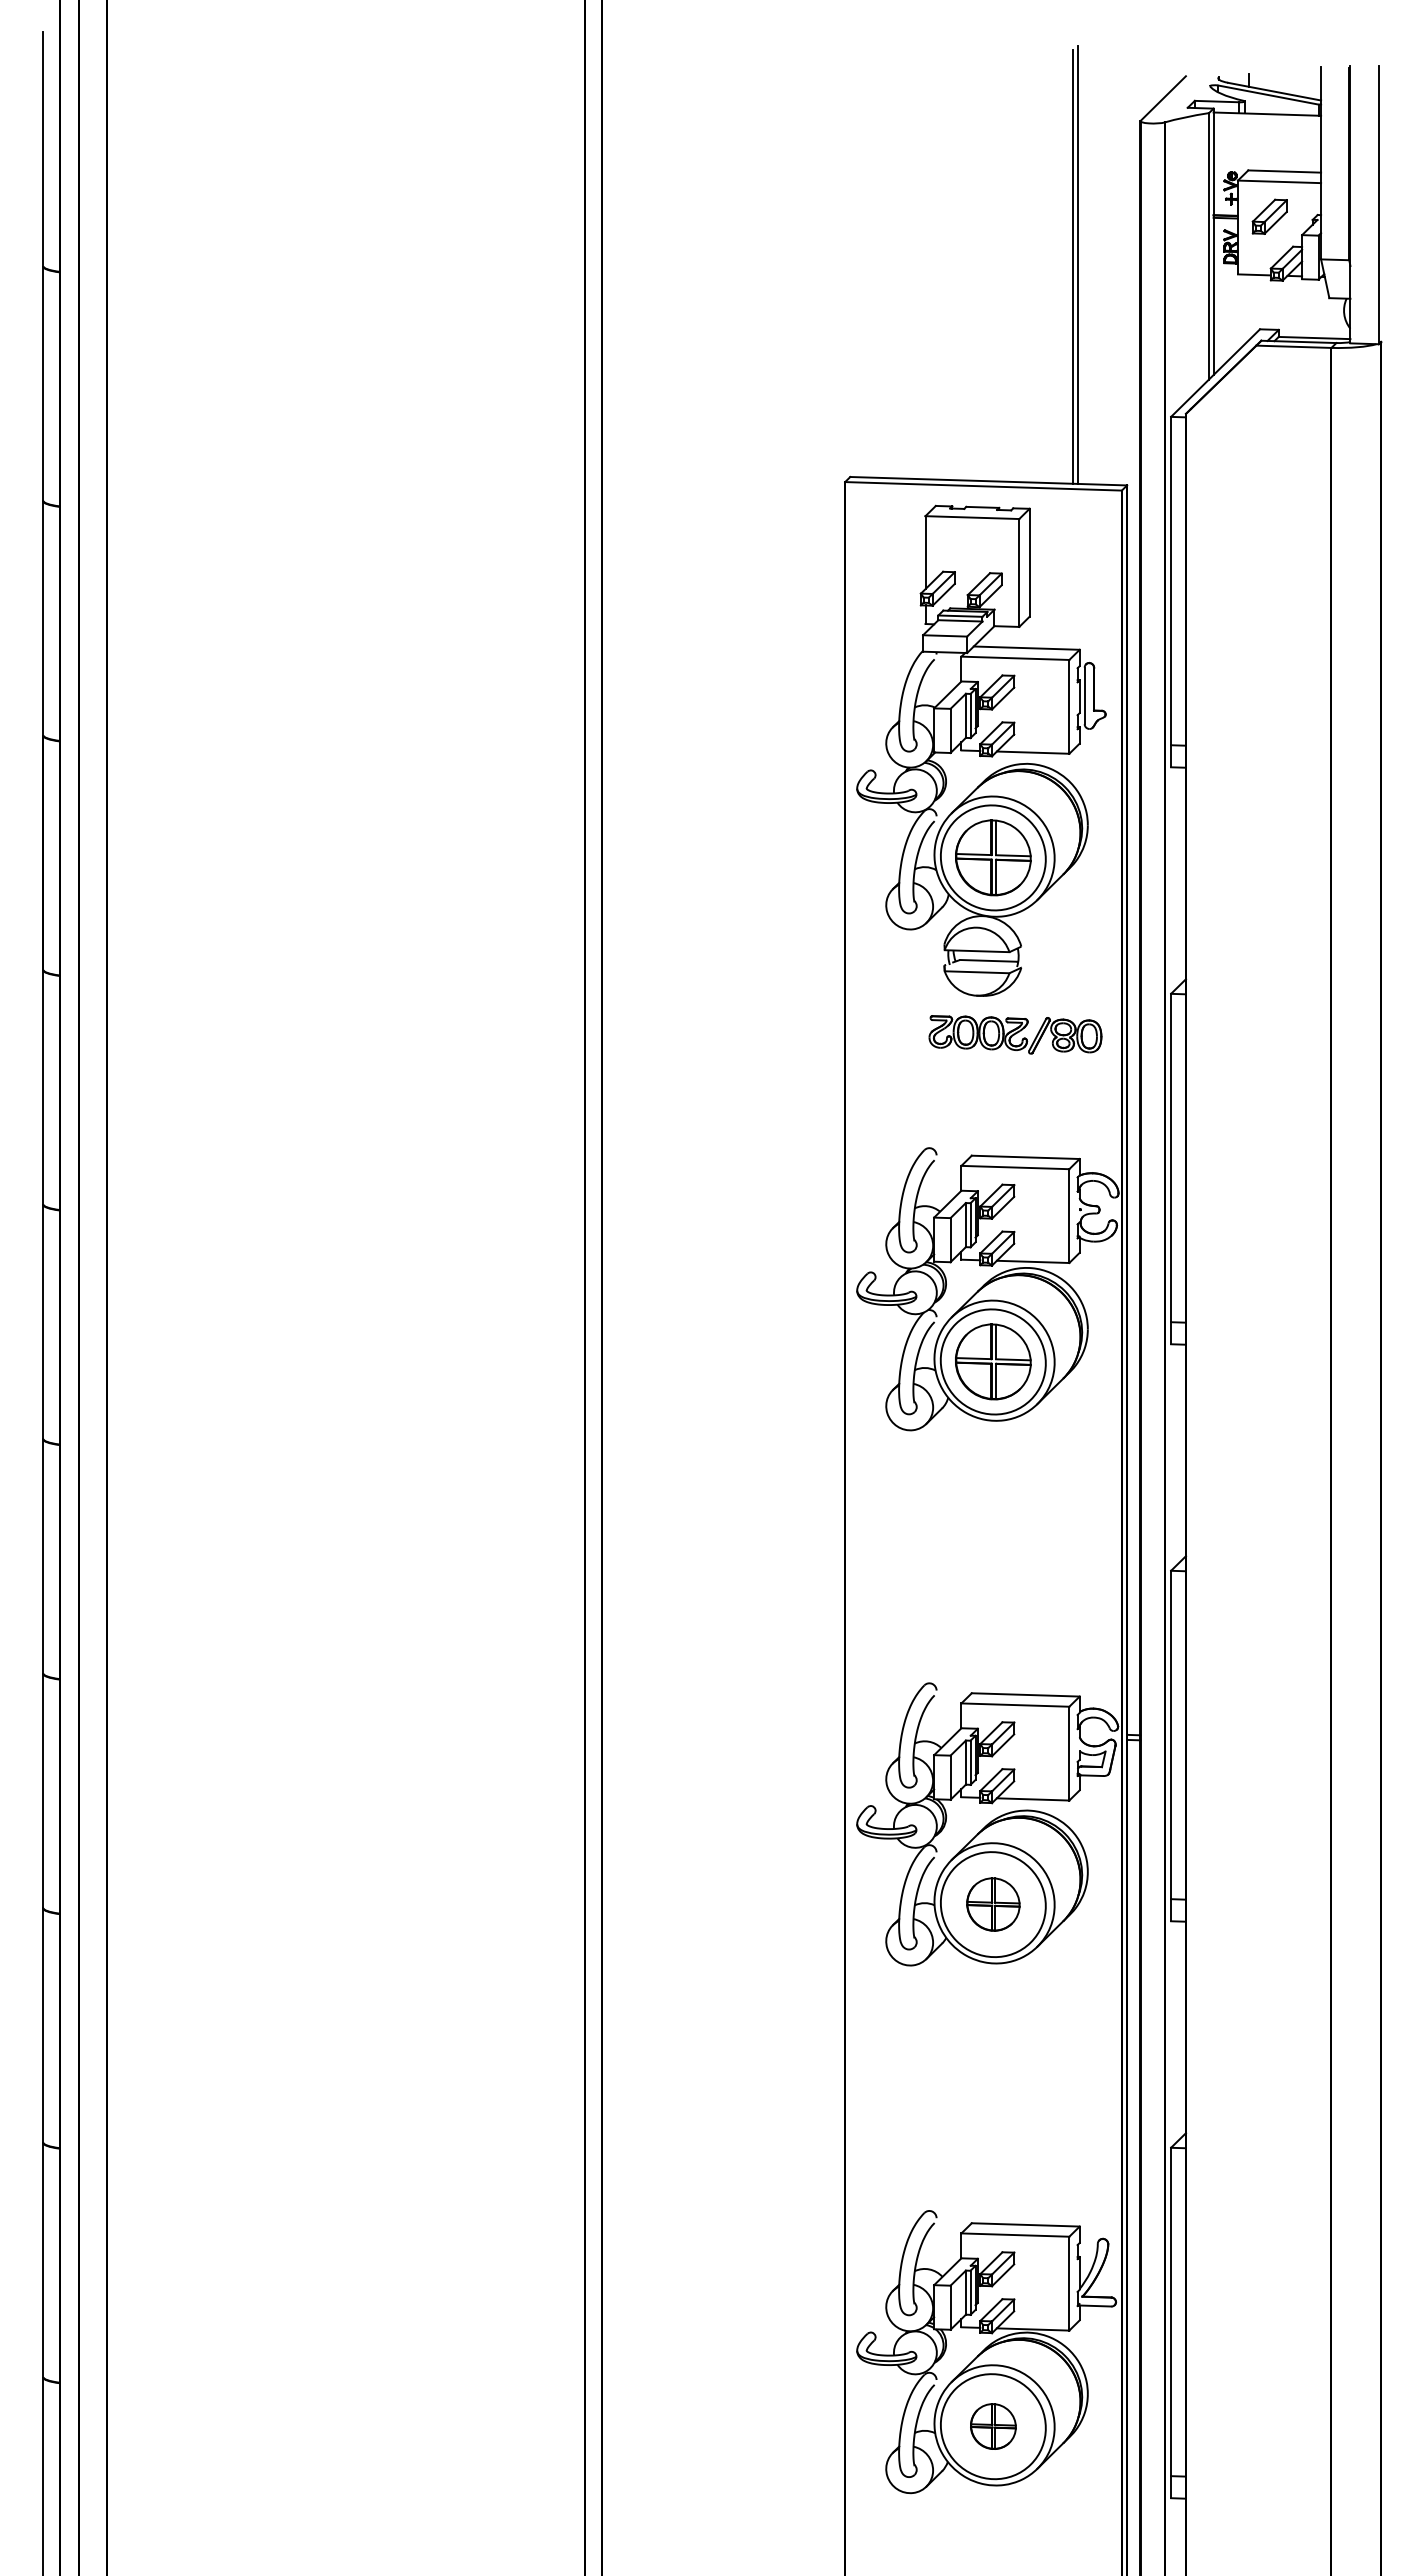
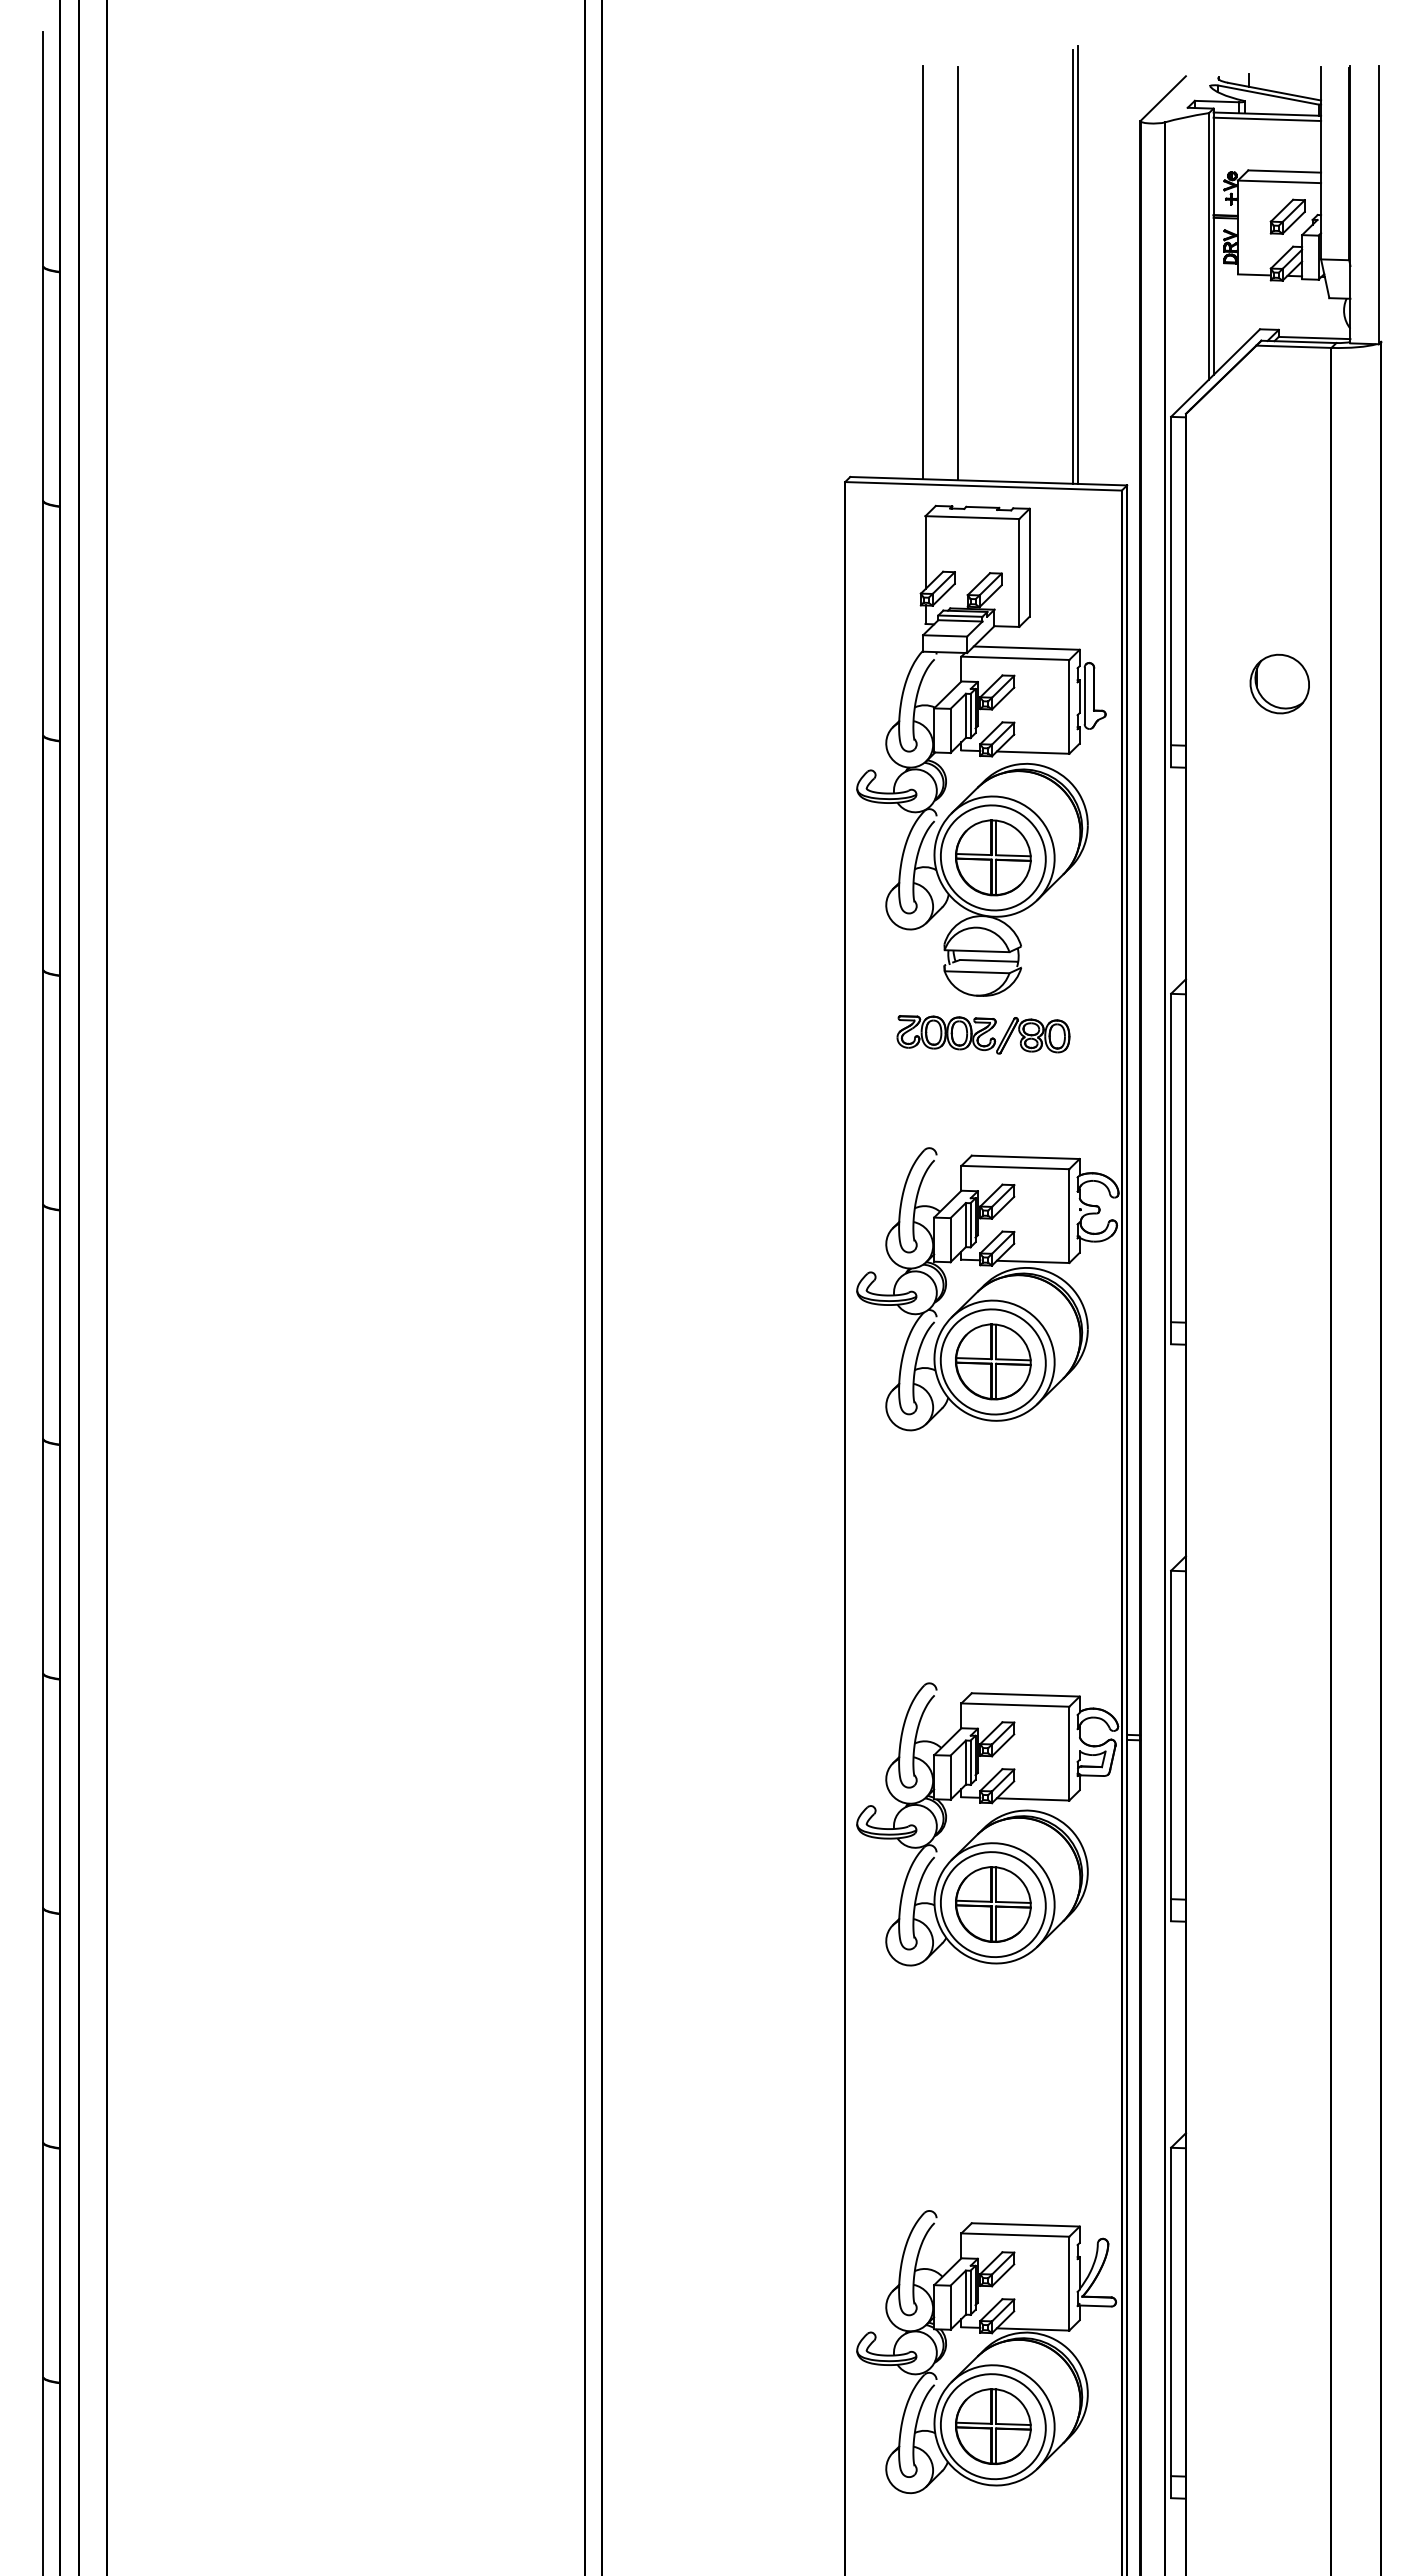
line at (1267, 119): none -> present
part at (1269, 216) position: (1269, 216) -> (1287, 216)
line at (922, 272): none -> present
line at (958, 273): none -> present
part at (1279, 683): none -> present
part at (1015, 1034) position: (1015, 1034) -> (983, 1034)
part at (993, 1904) size: 55x55 px -> 77x77 px
part at (993, 2426) size: 47x47 px -> 77x77 px
